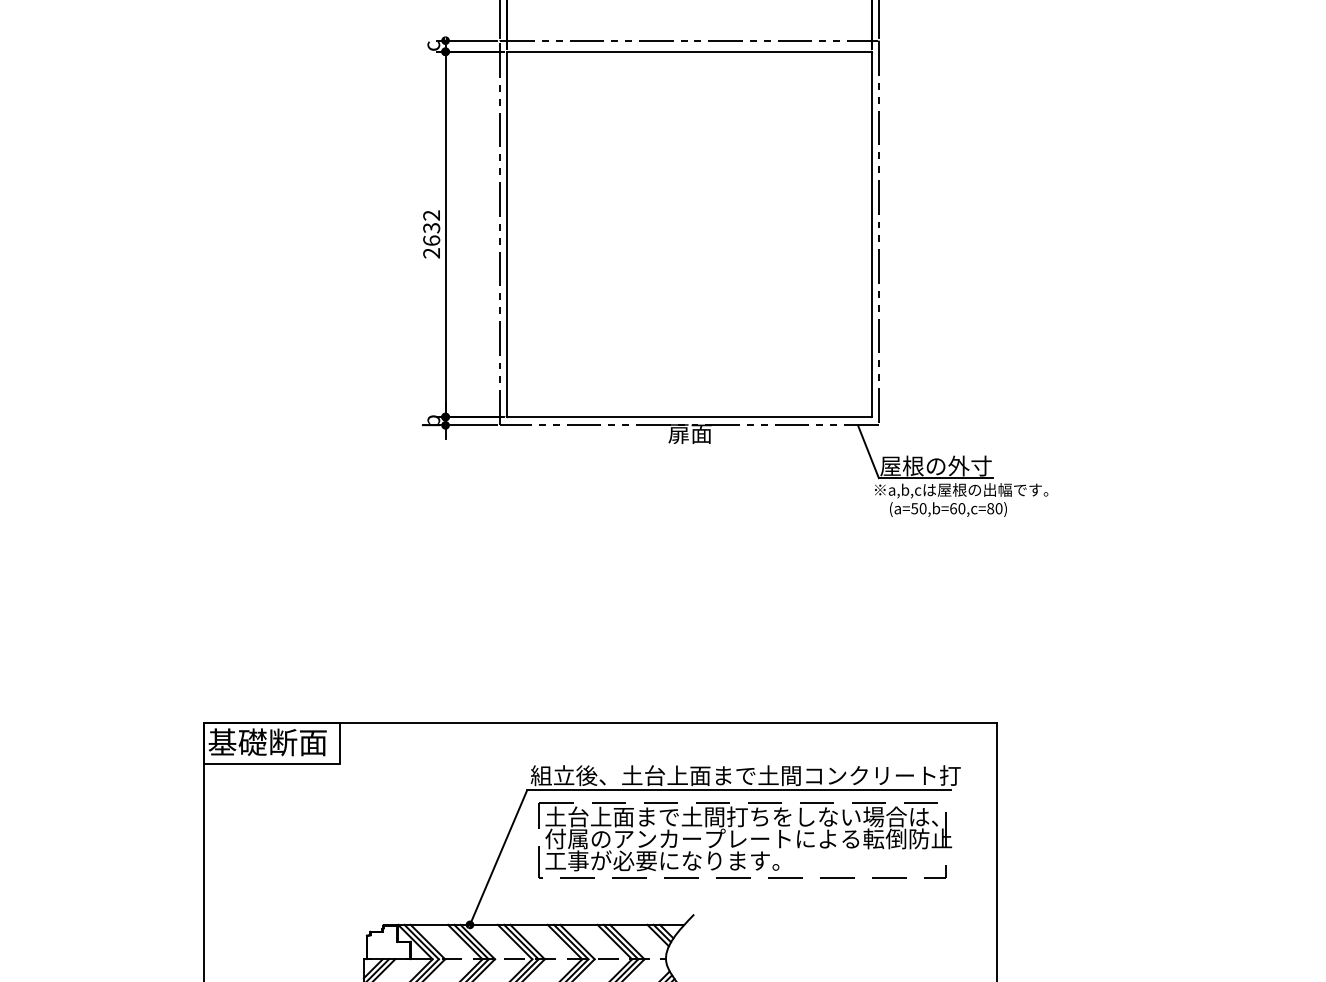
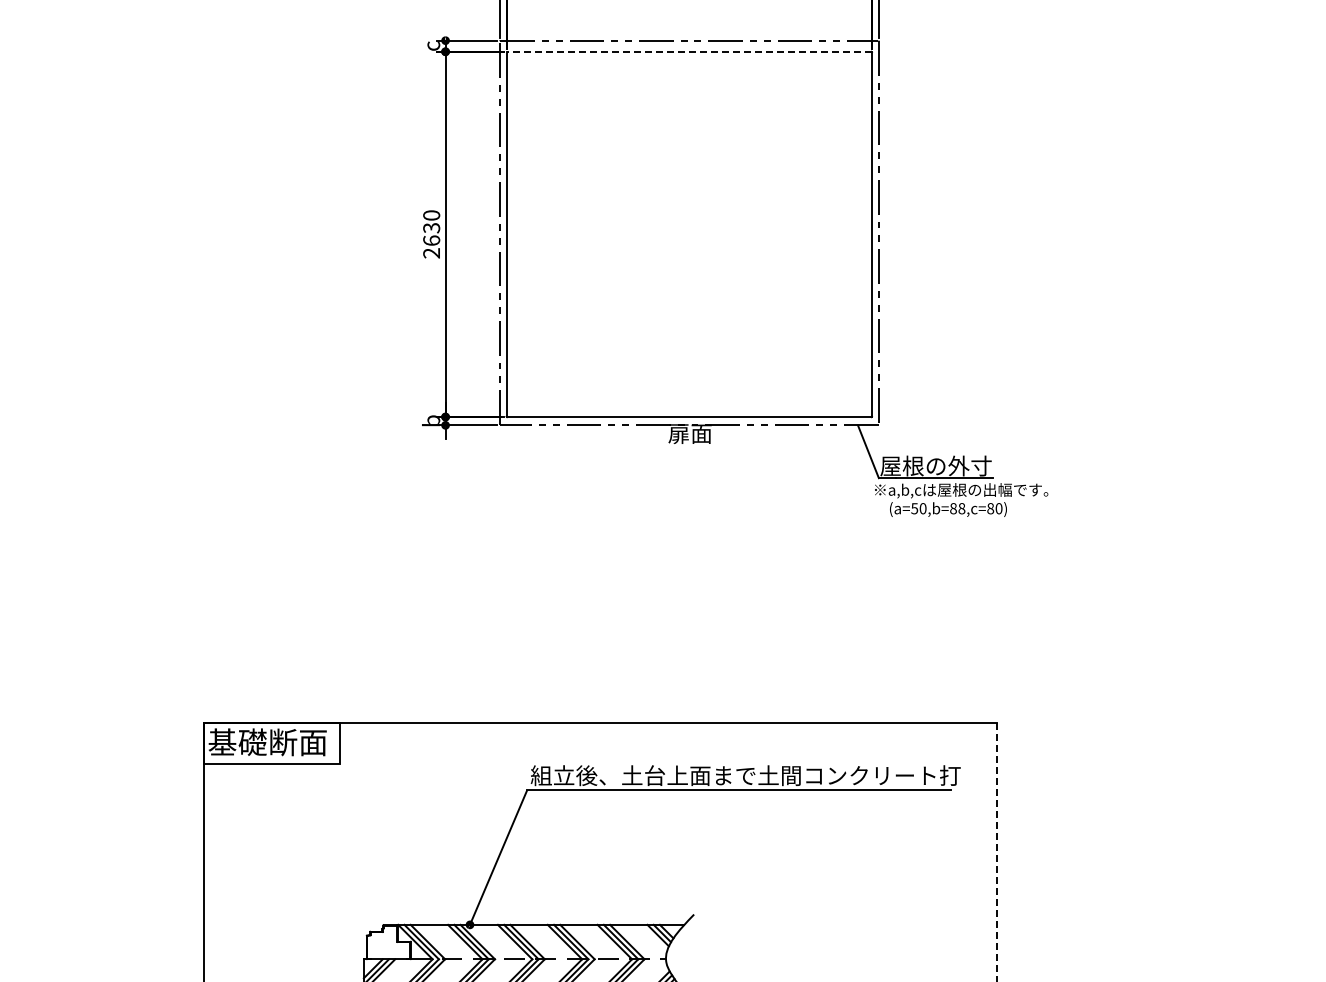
line at (688, 51): solid -> dashed
text at (431, 215): 2632 -> 2630
text at (957, 508): (a=50,b=60,c=80) -> (a=50,b=88,c=80)
part at (745, 840): present -> none
line at (996, 852): solid -> dashed
